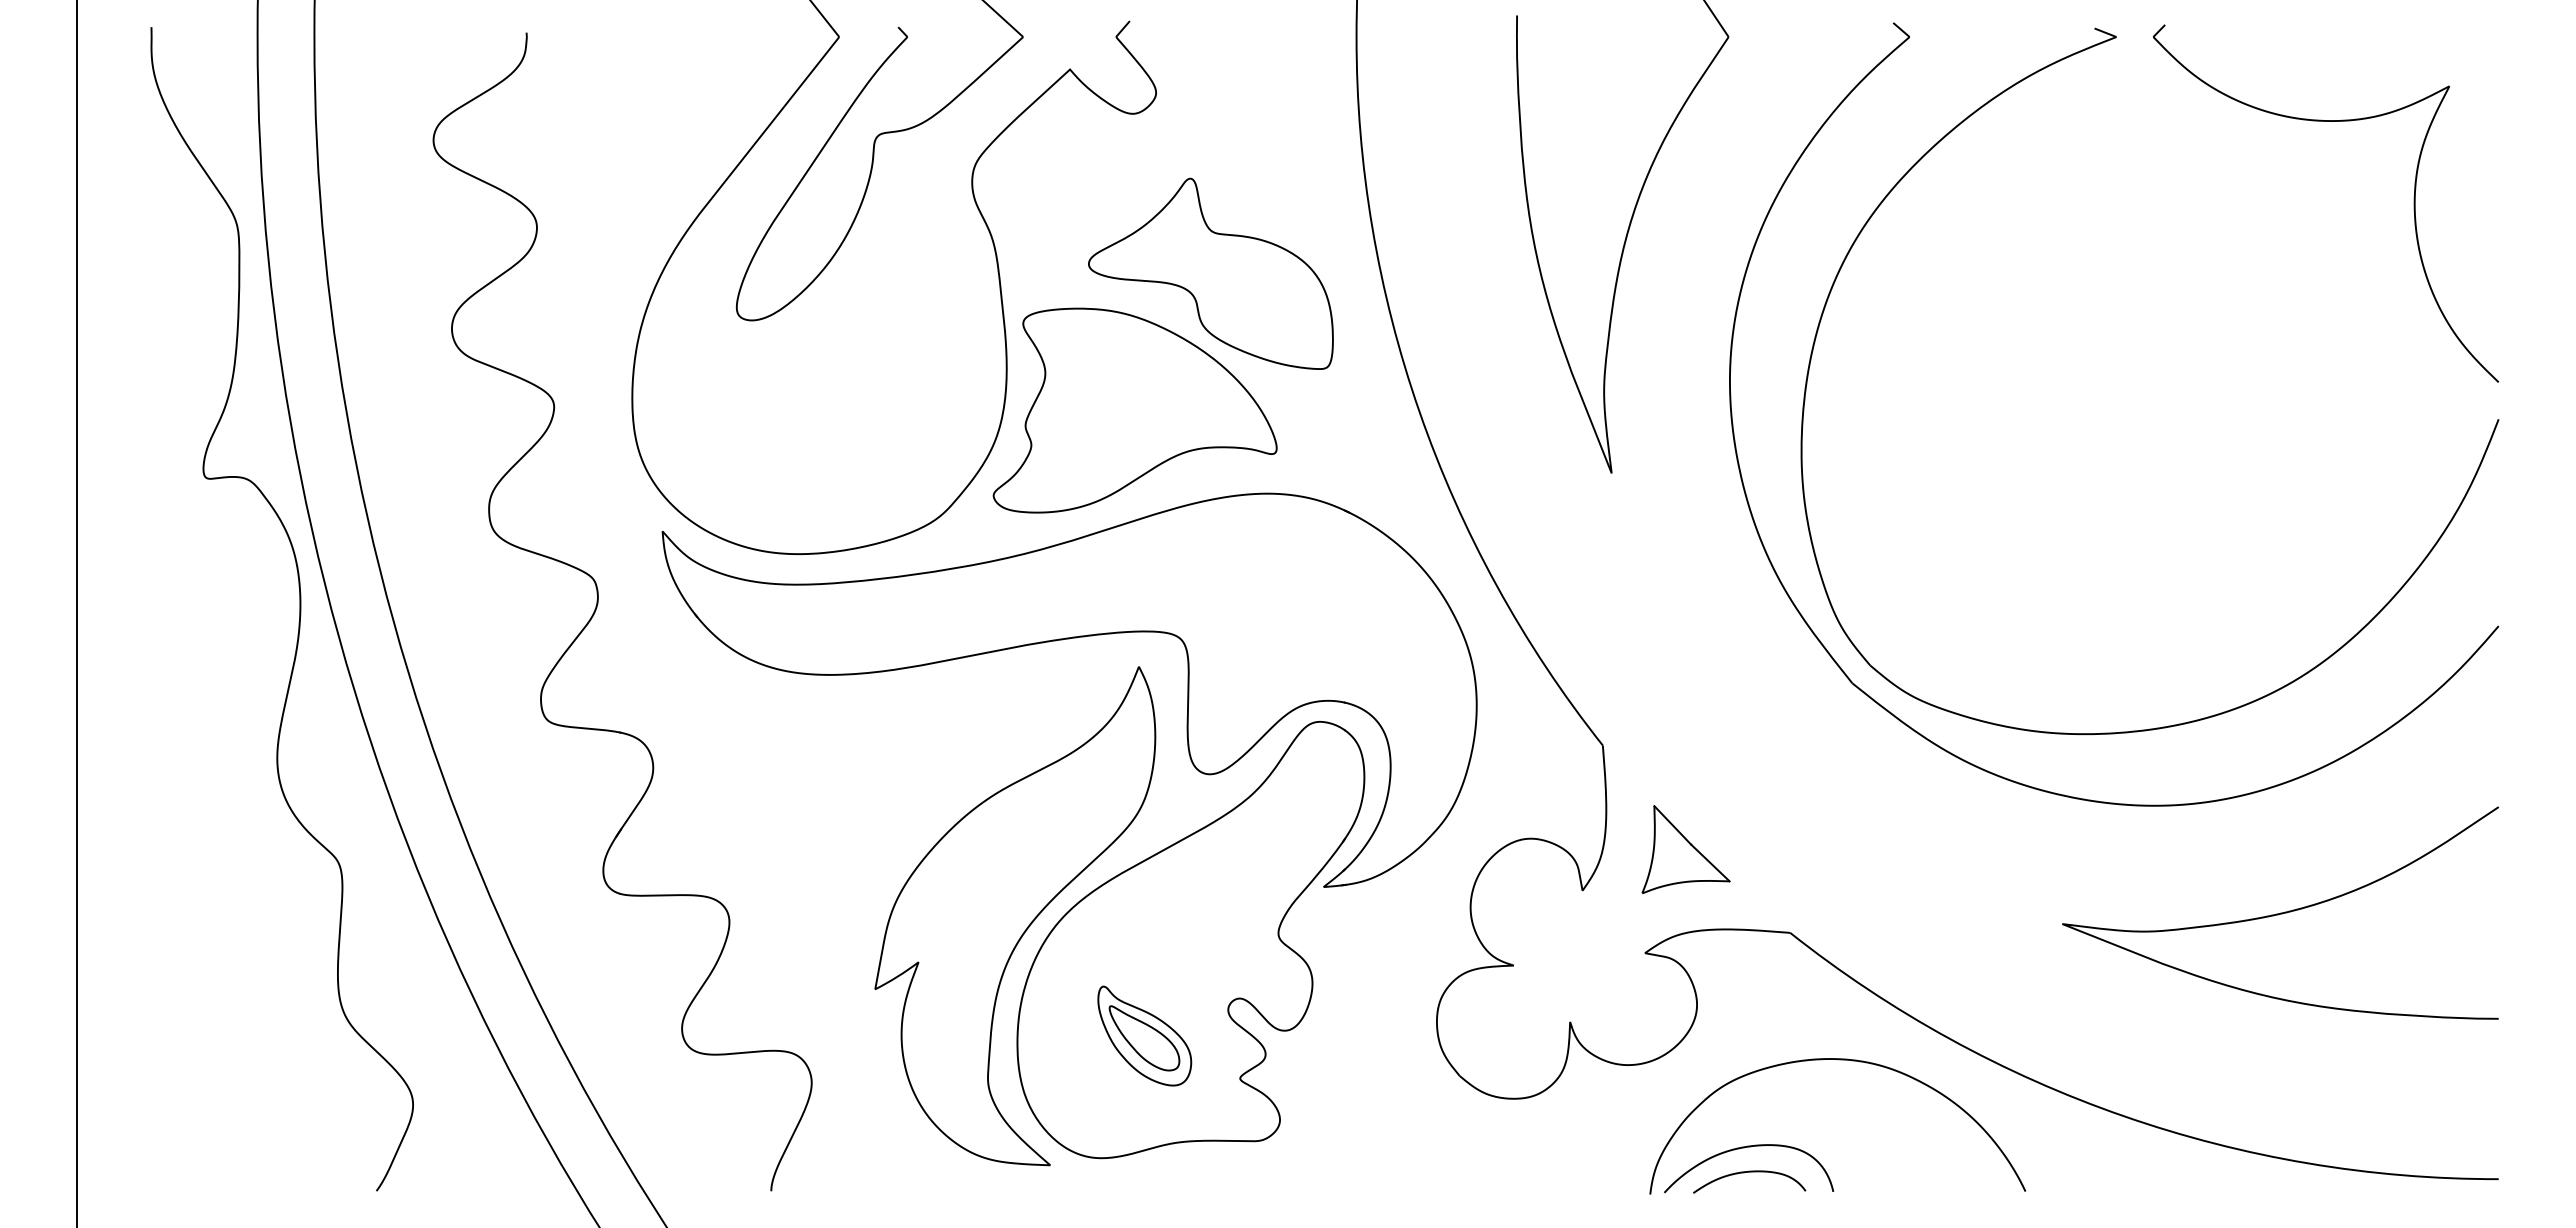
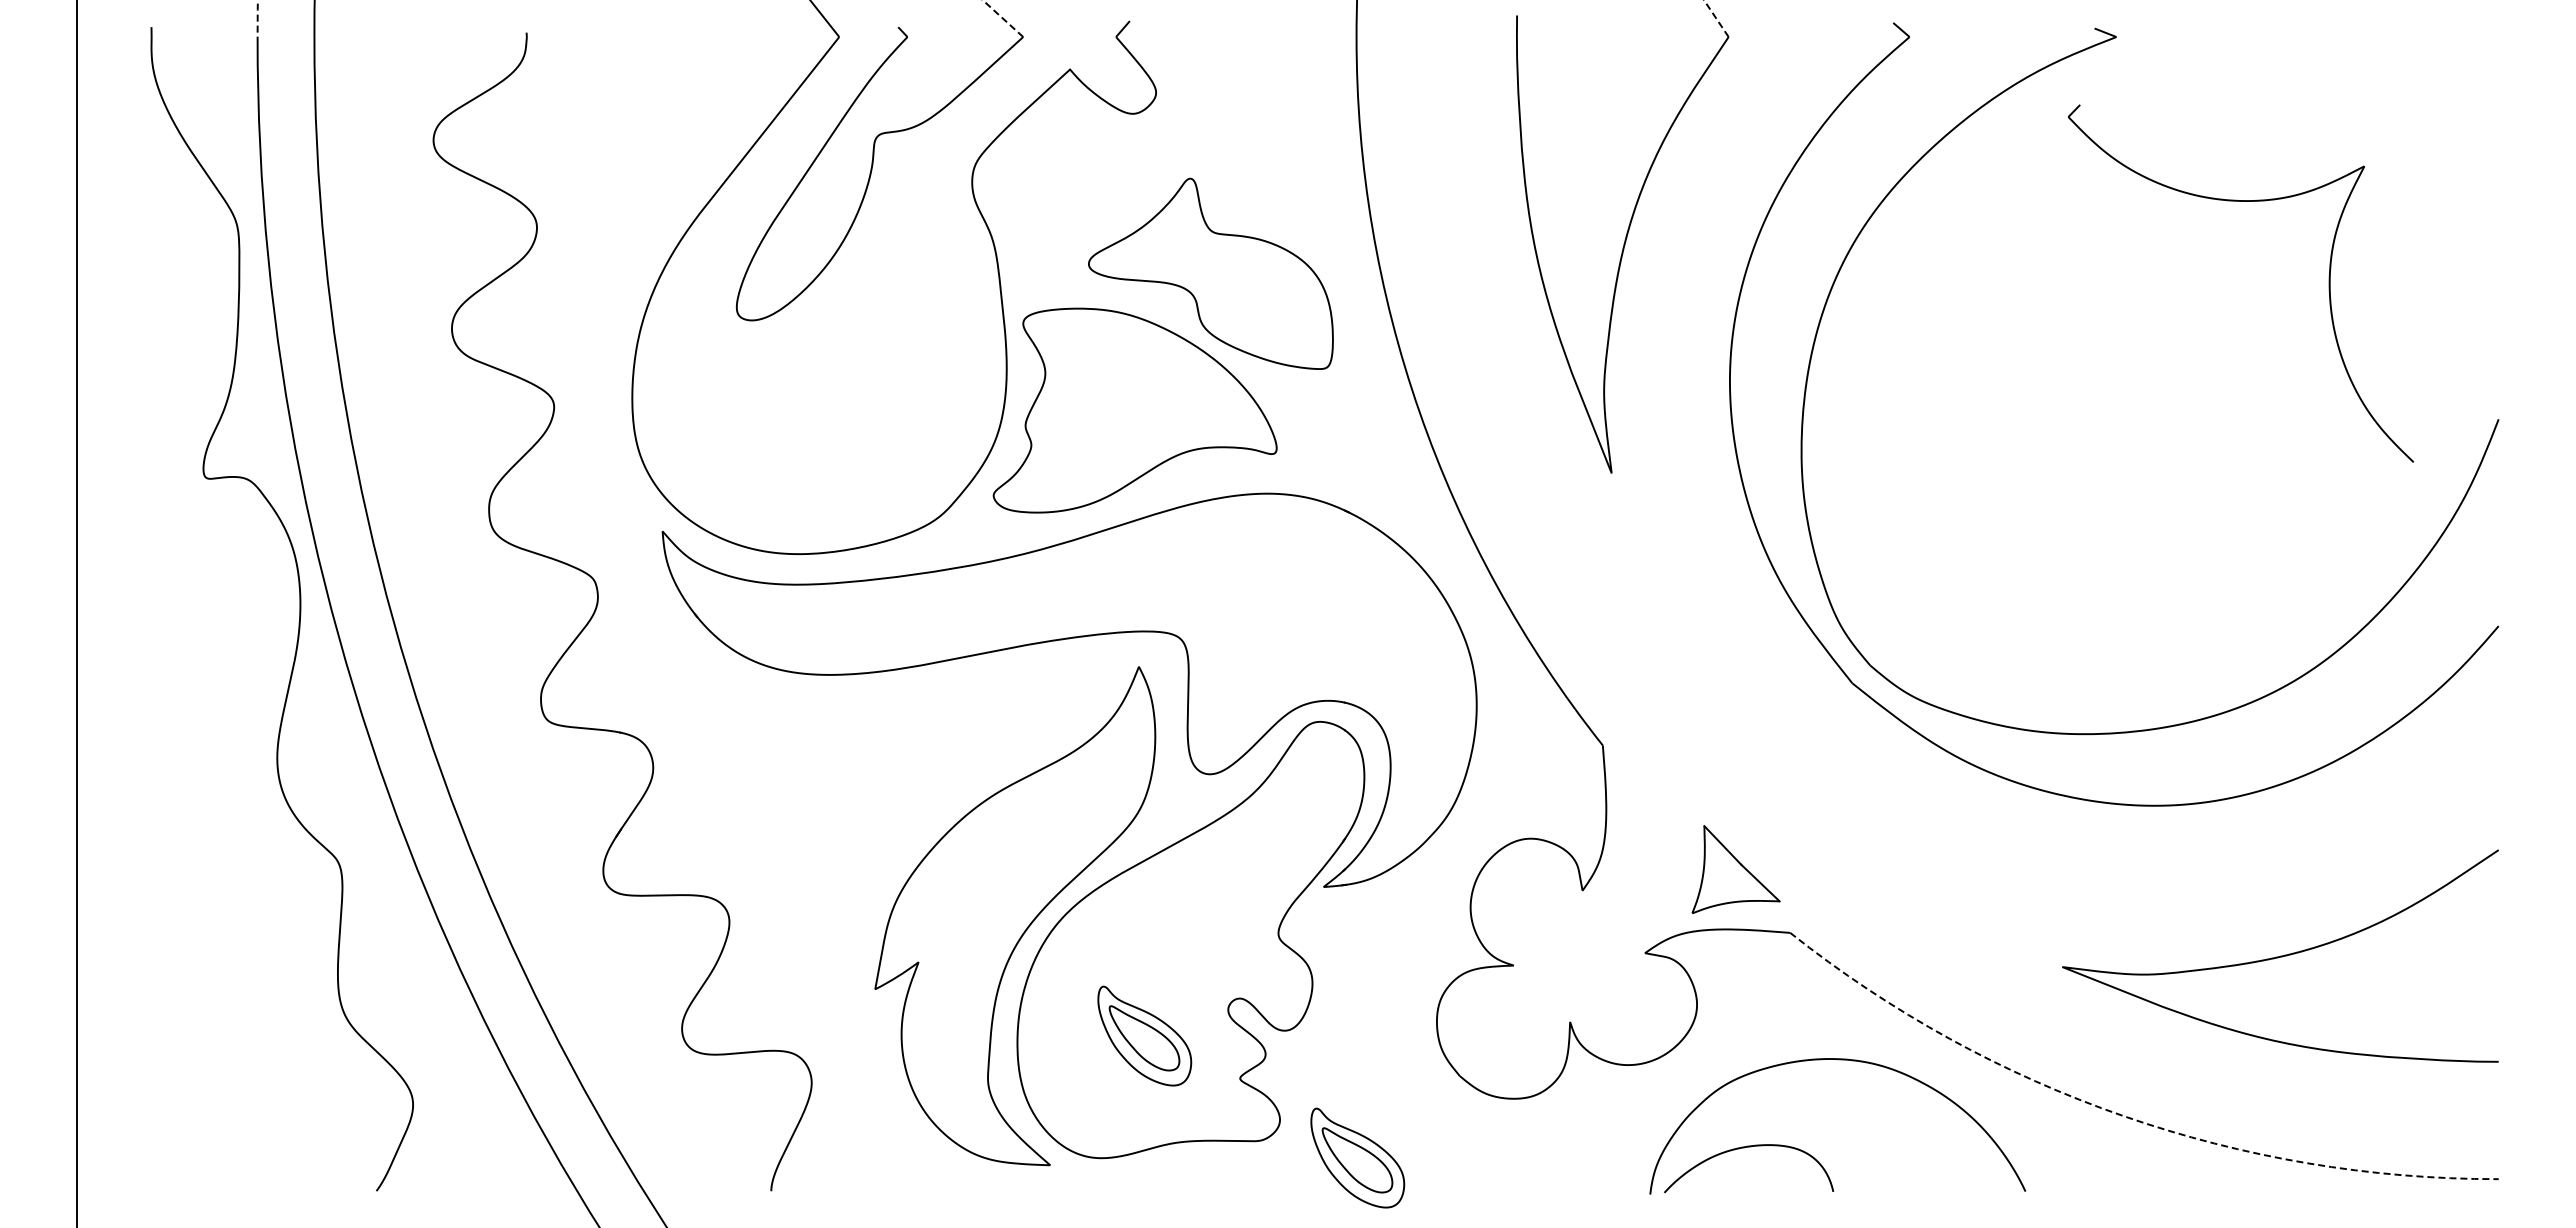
arc at (257, 18): solid -> dashed
line at (1002, 18): solid -> dashed
line at (1716, 18): solid -> dashed
part at (2326, 121) position: (2326, 121) -> (2241, 201)
part at (1685, 849) position: (1685, 849) -> (1735, 869)
curve at (2280, 912) position: (2280, 912) -> (2280, 955)
arc at (2123, 1116): solid -> dashed
part at (1357, 1157): none -> present
curve at (1749, 1172): present -> none
